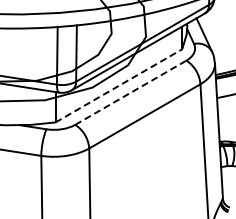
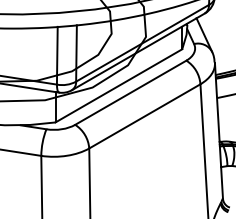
line at (119, 85): dashed -> solid
line at (131, 92): dashed -> solid
